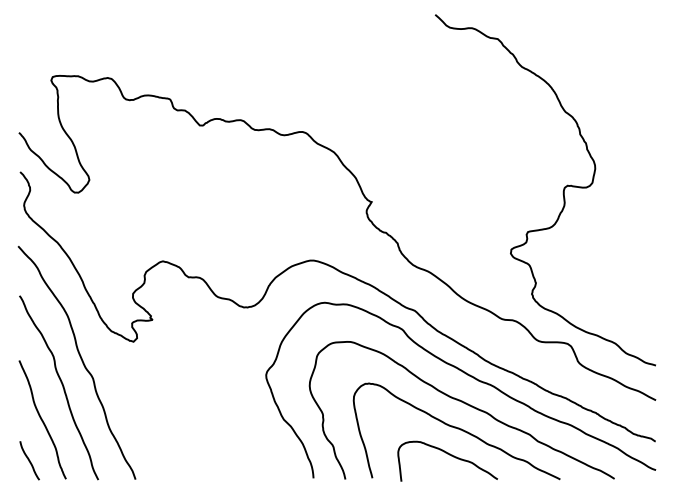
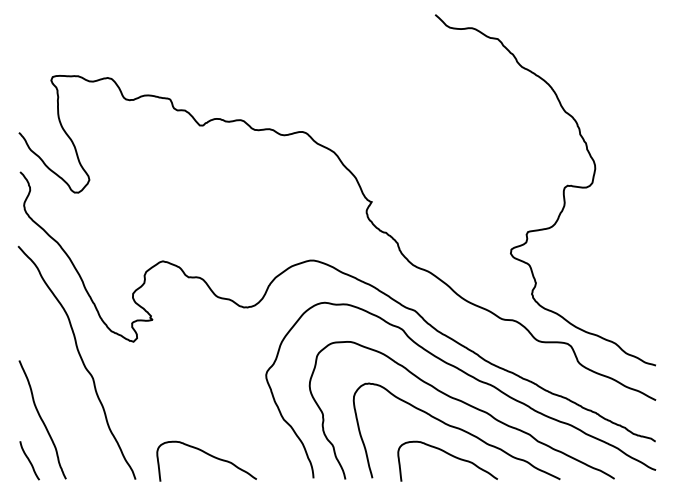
curve at (62, 387): present -> none
curve at (208, 455): none -> present
